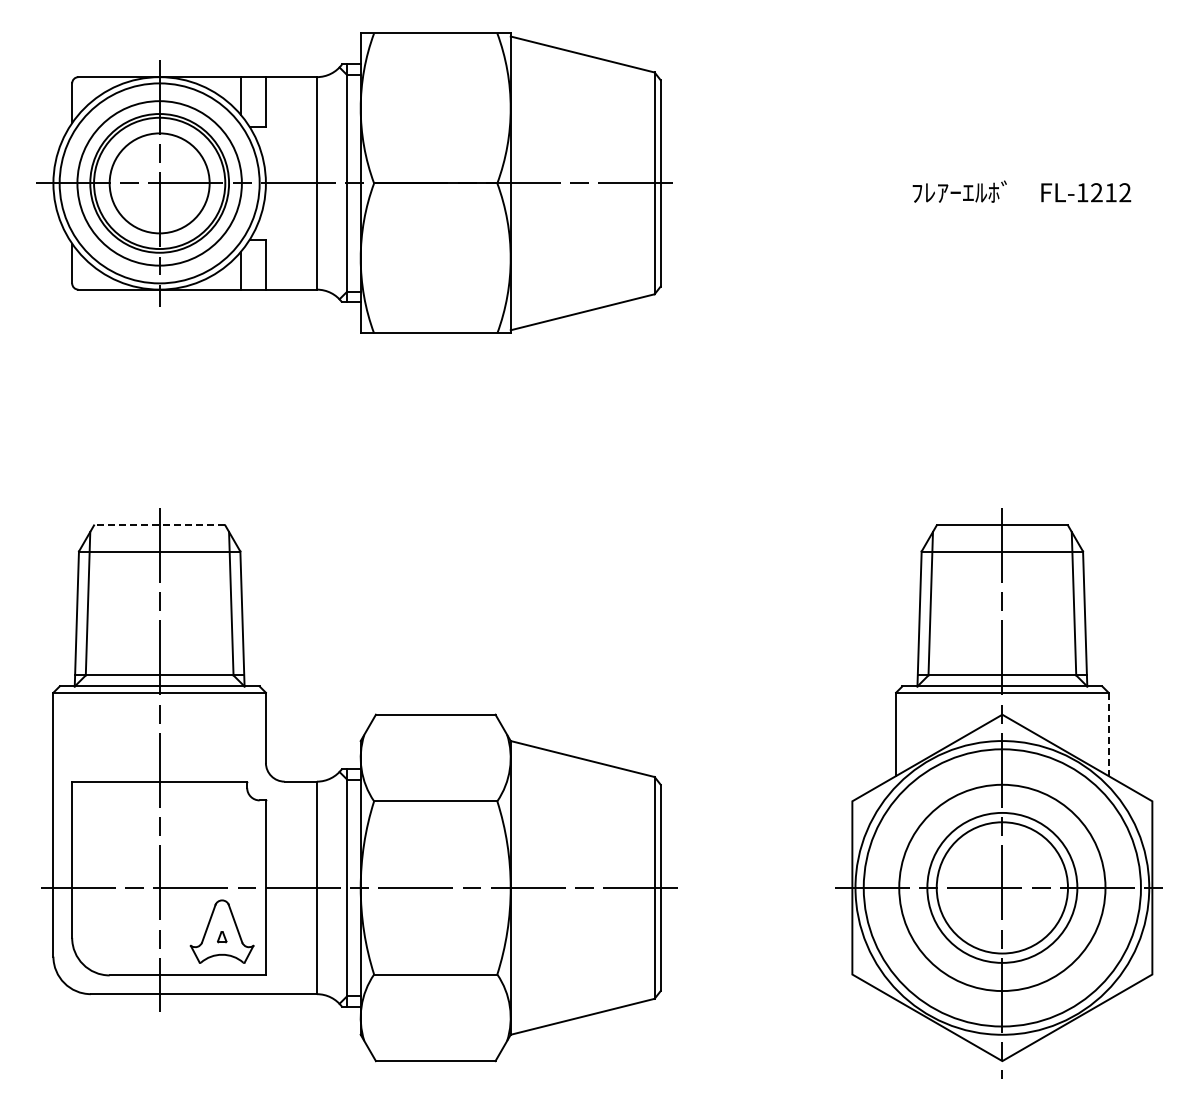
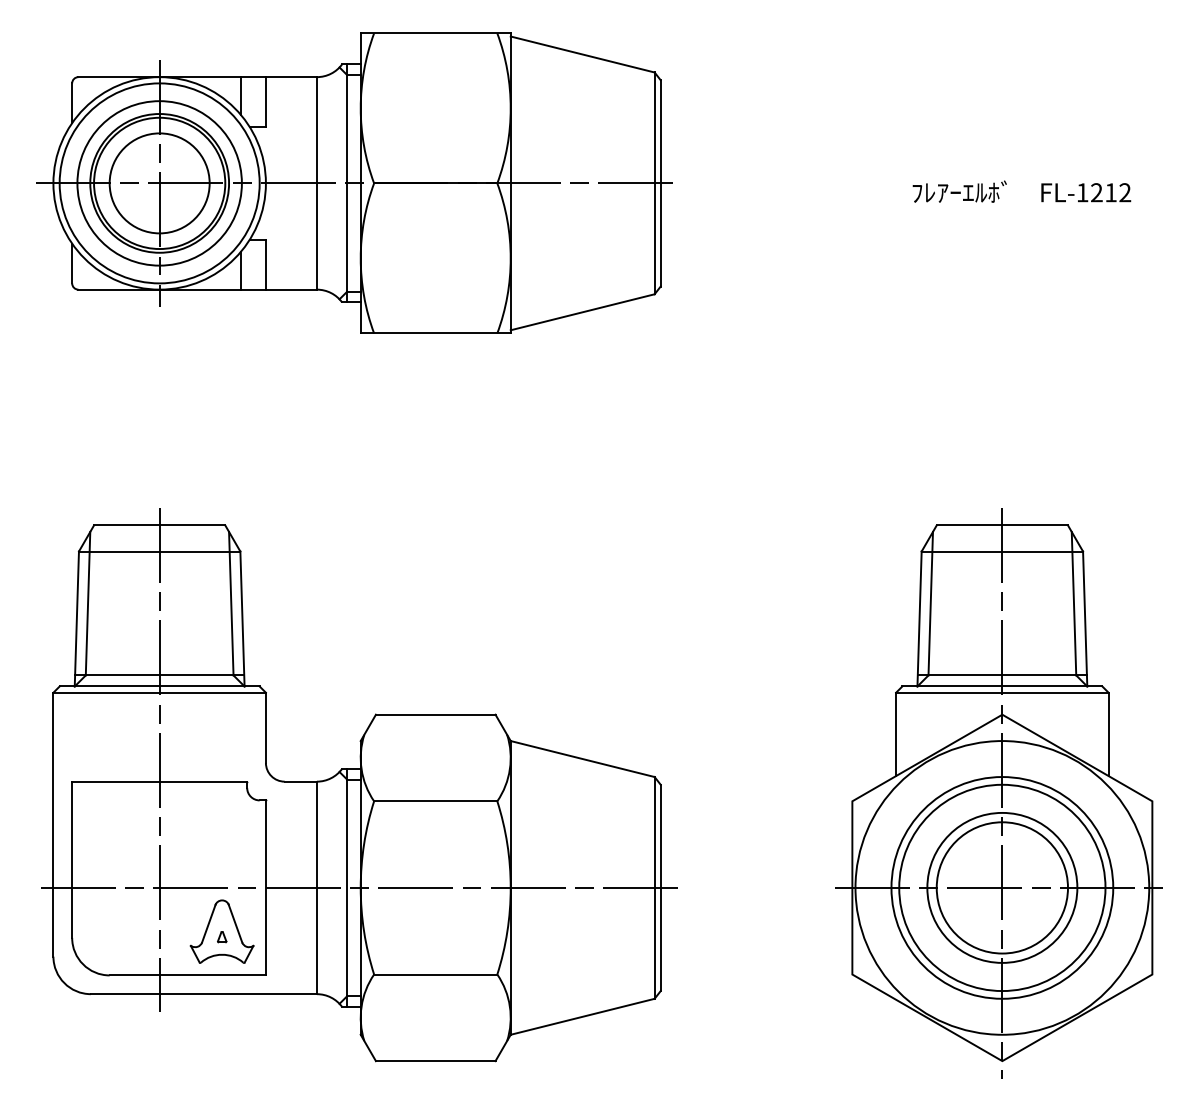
line at (159, 525): dashed -> solid
line at (1108, 734): dashed -> solid
circle at (1001, 887) diameter: 277 px -> 222 px
